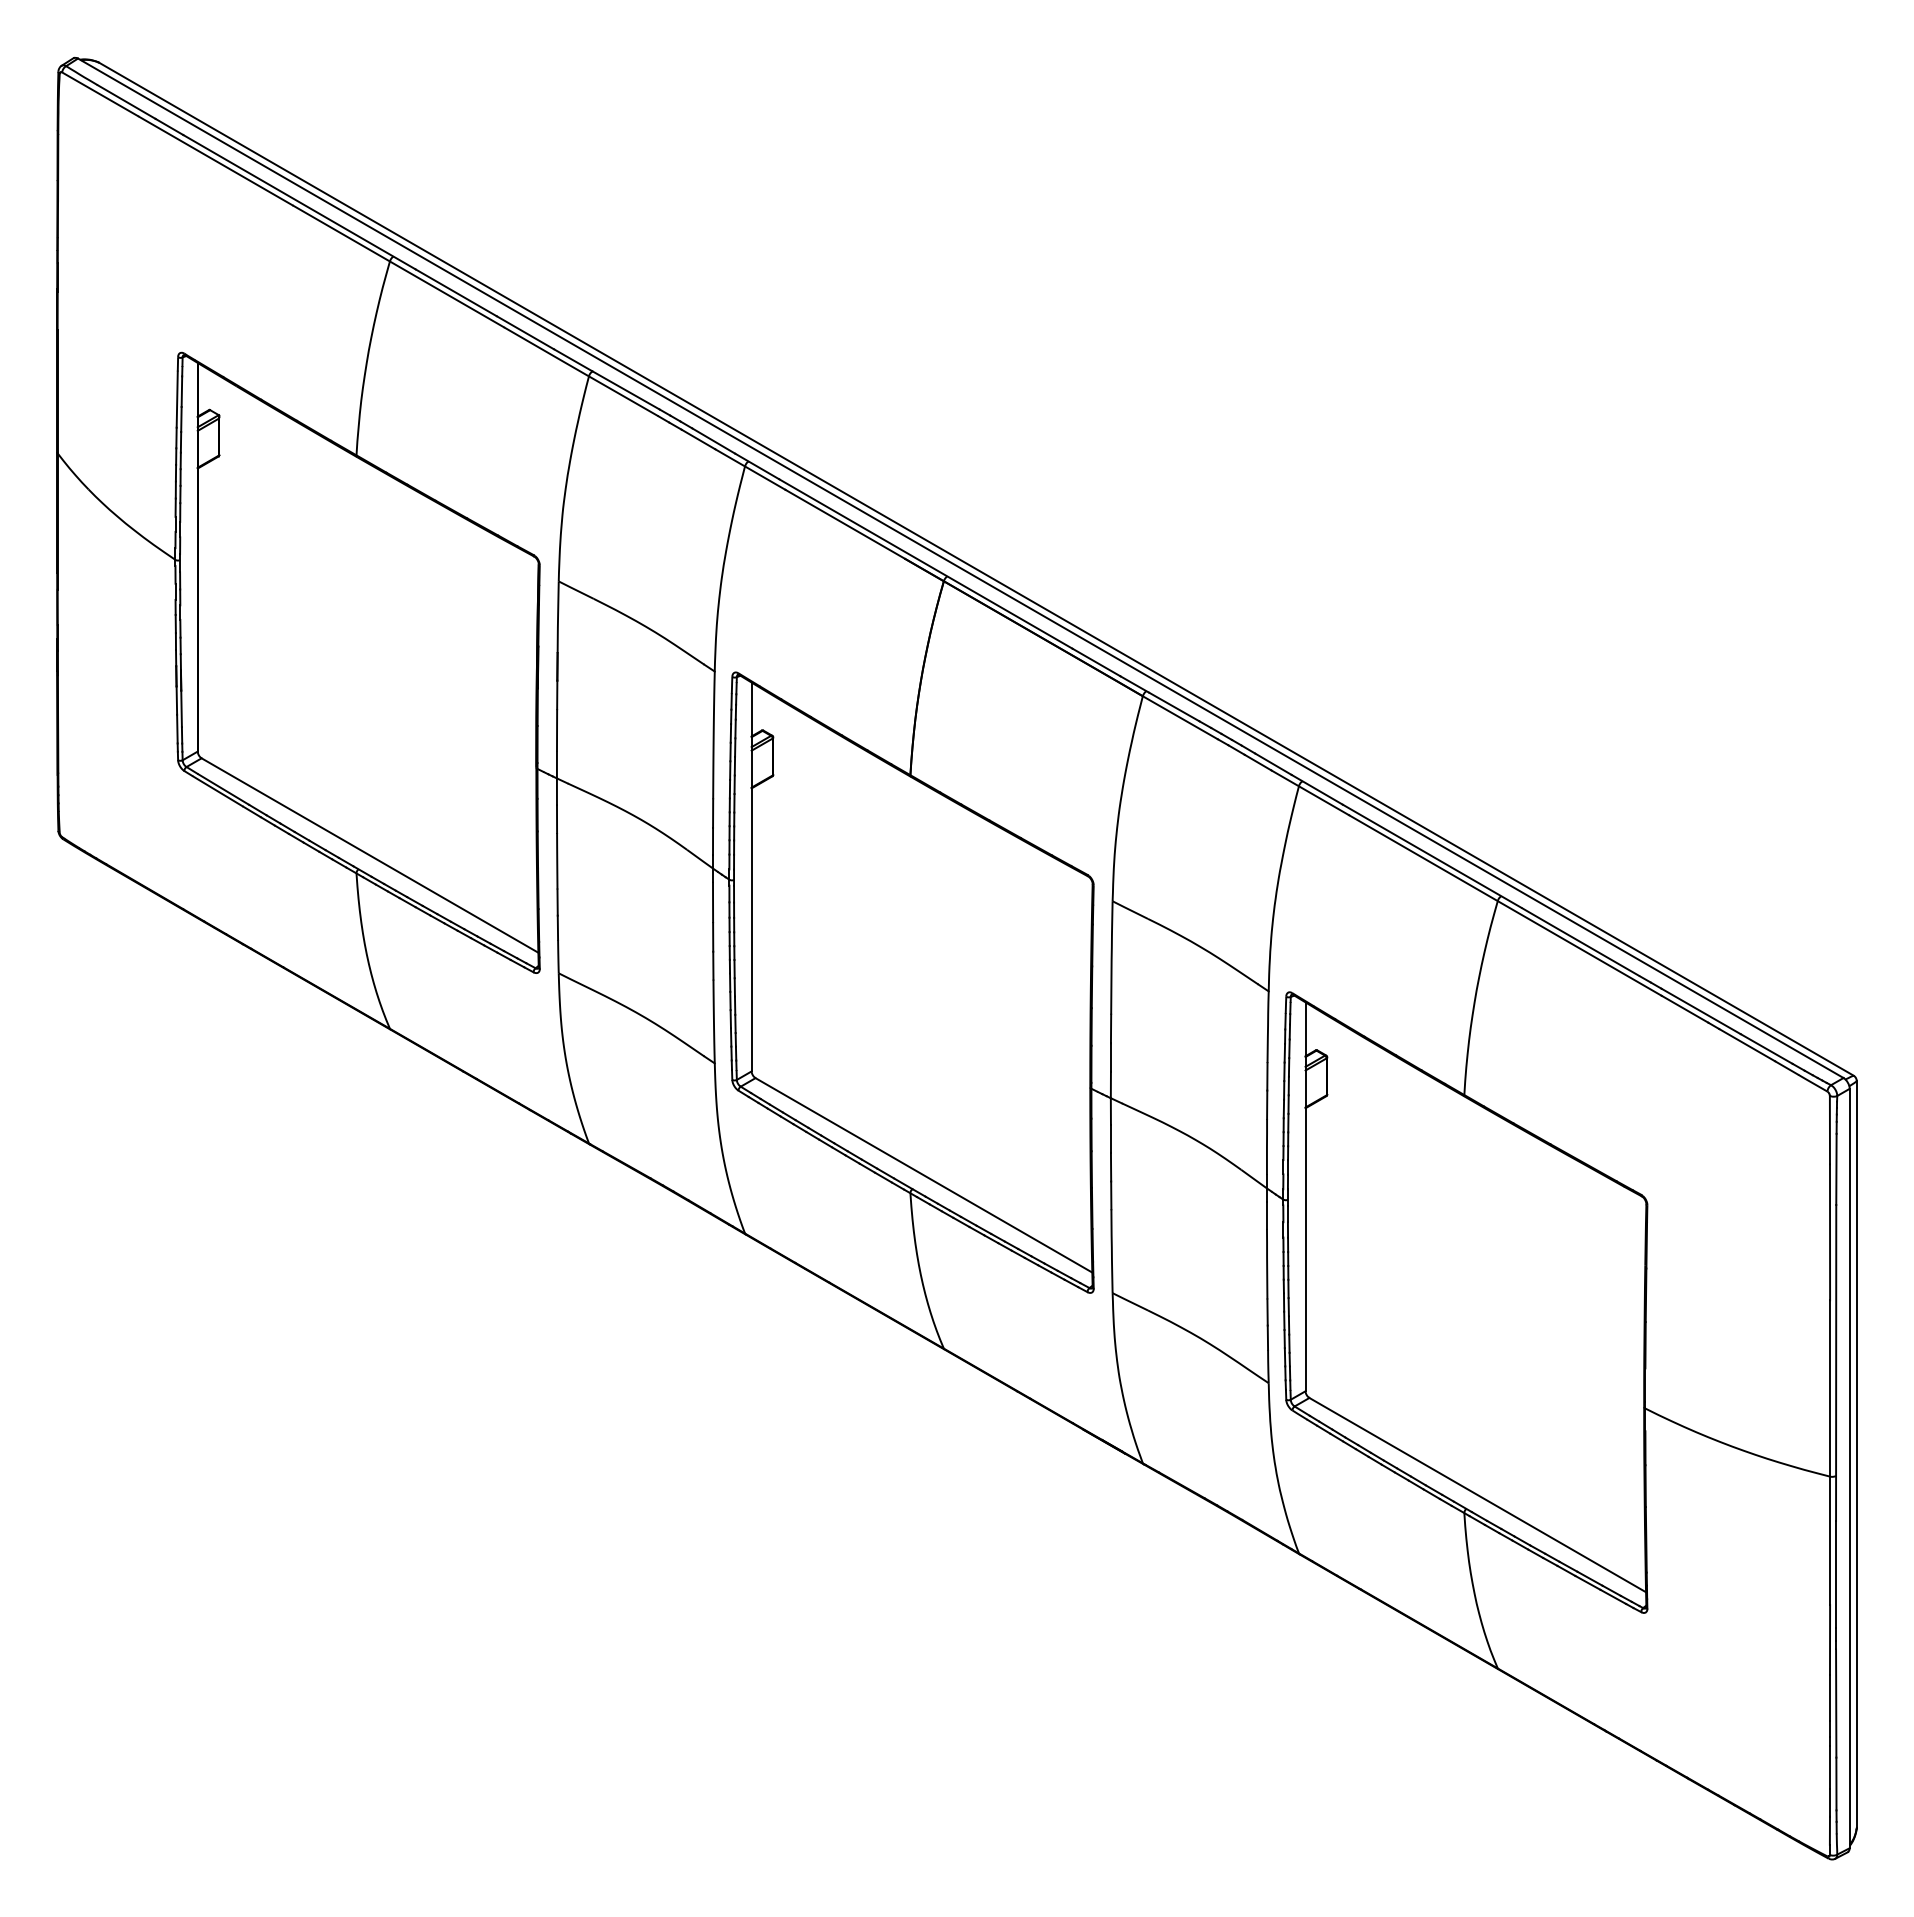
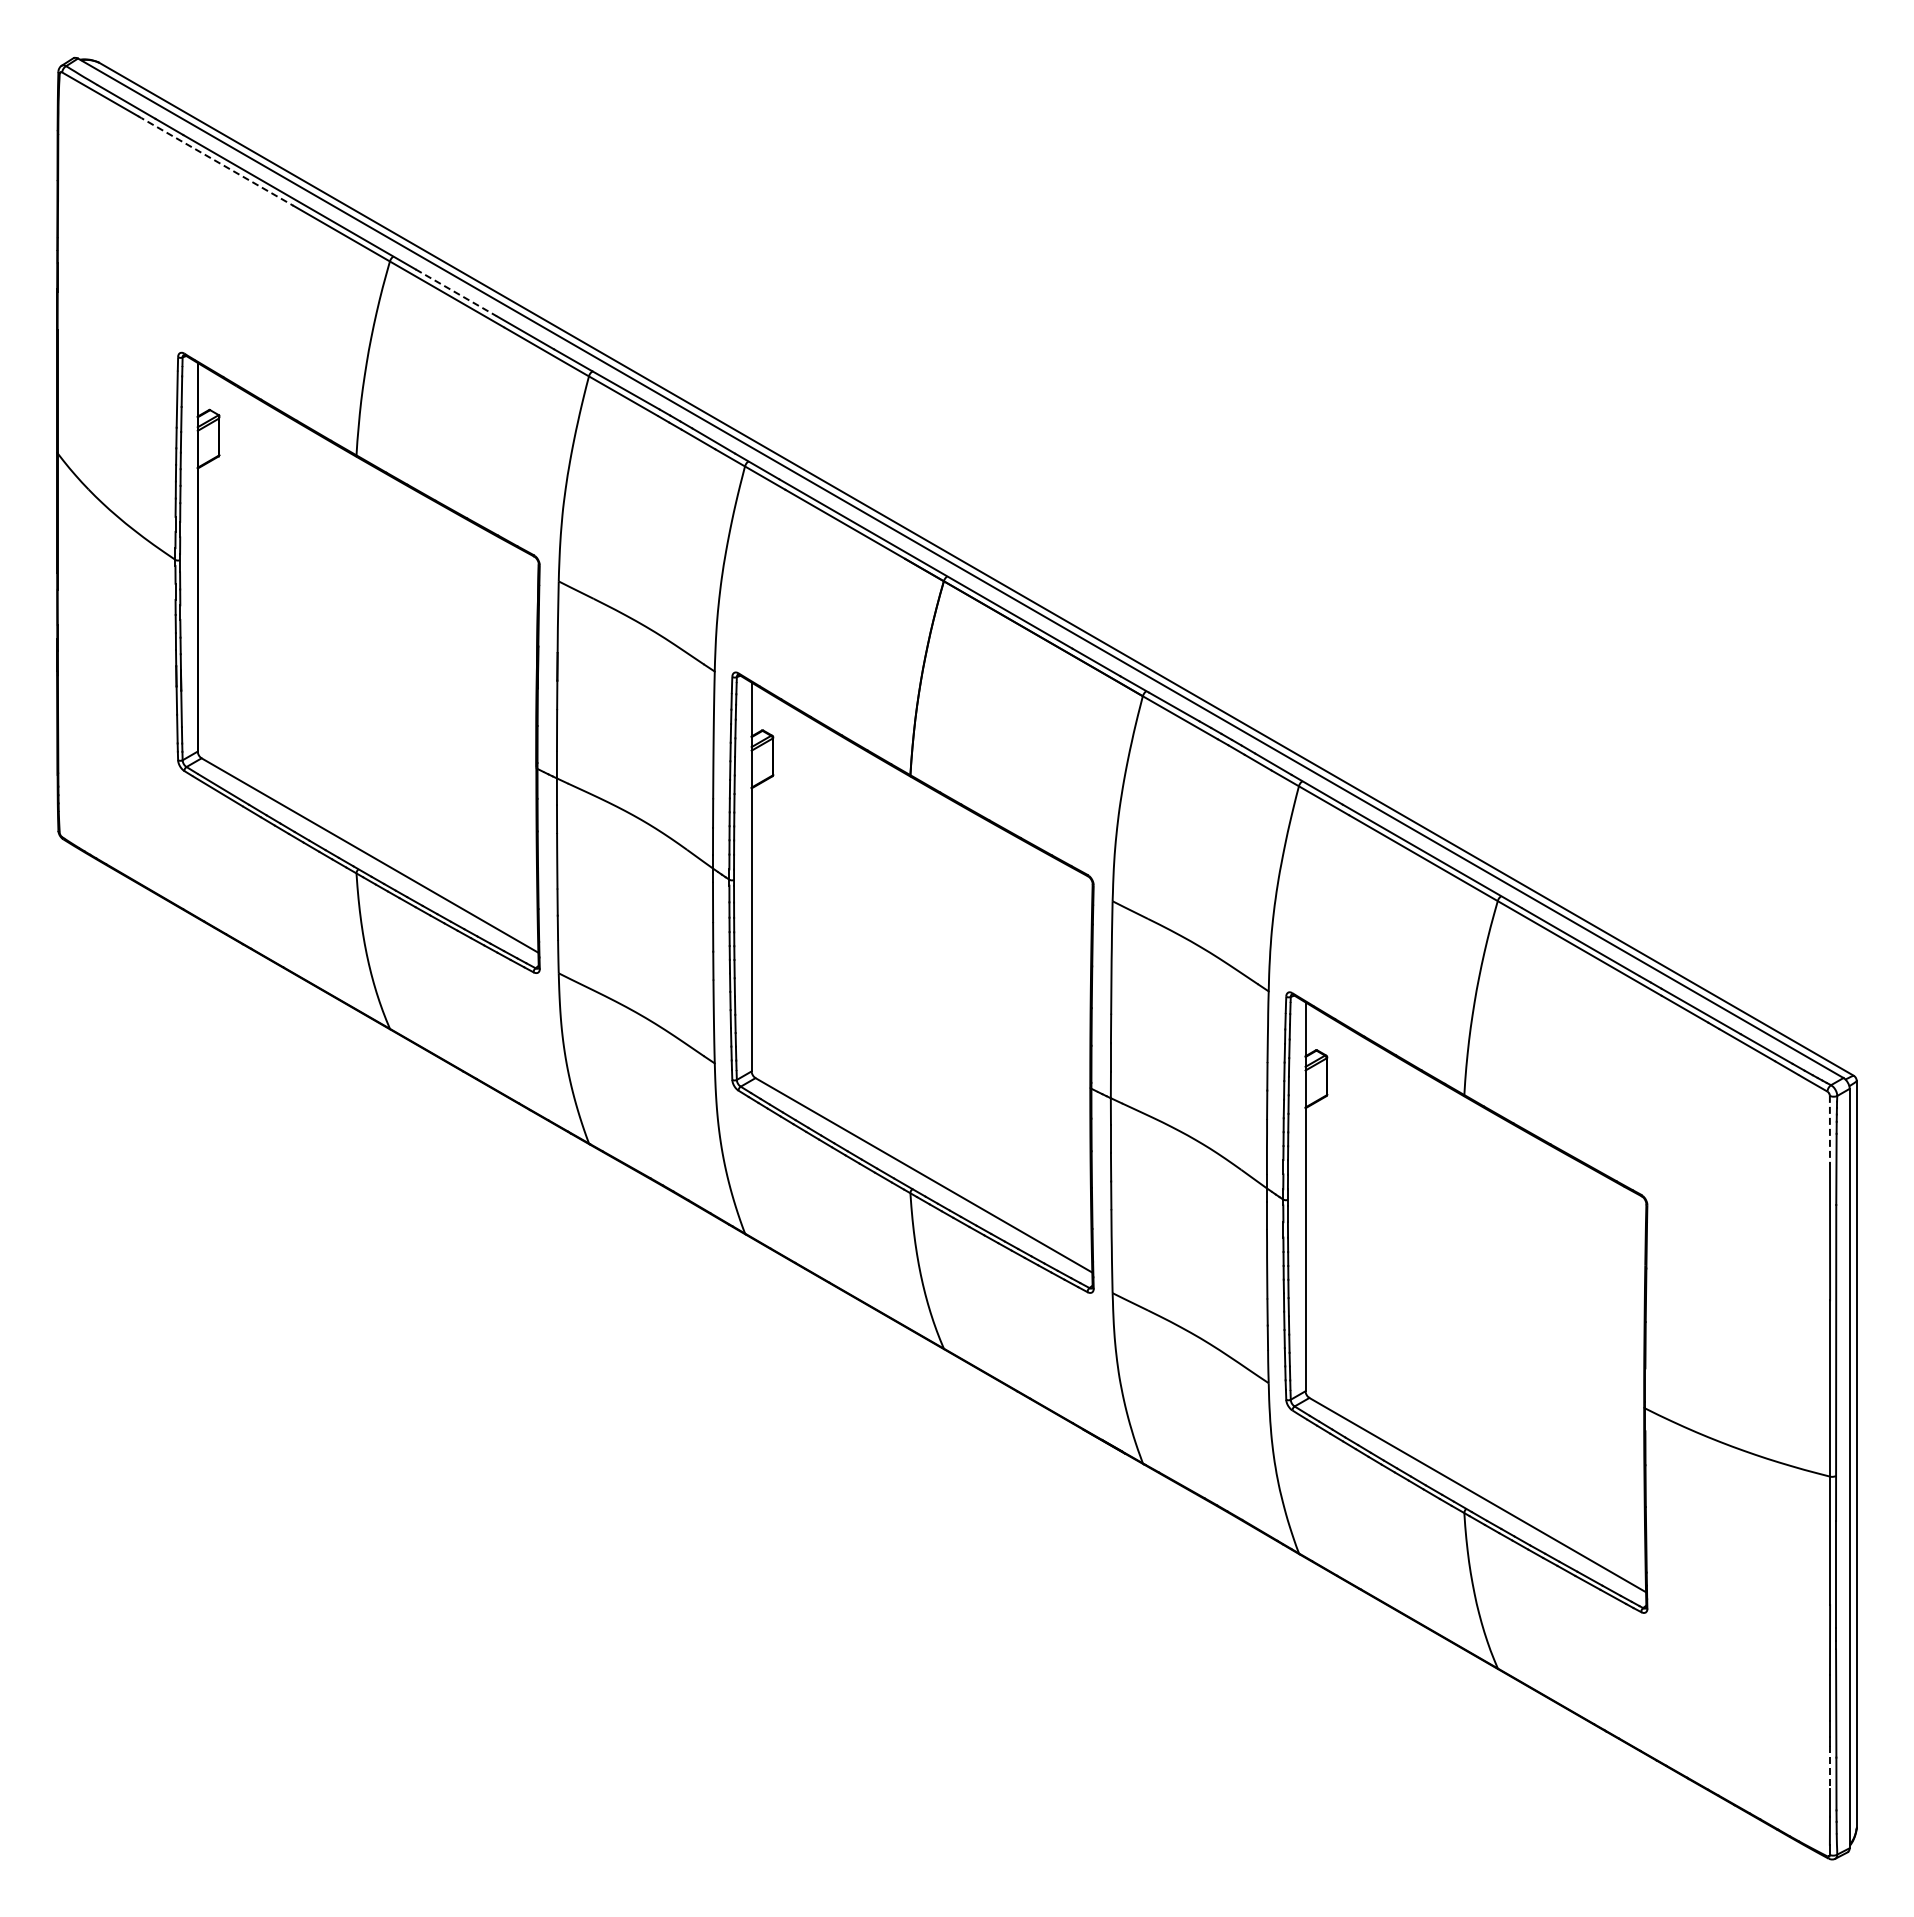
line at (215, 160): solid -> dashed
line at (456, 292): solid -> dashed
line at (1829, 1130): solid -> dashed
line at (1829, 1767): solid -> dashed
